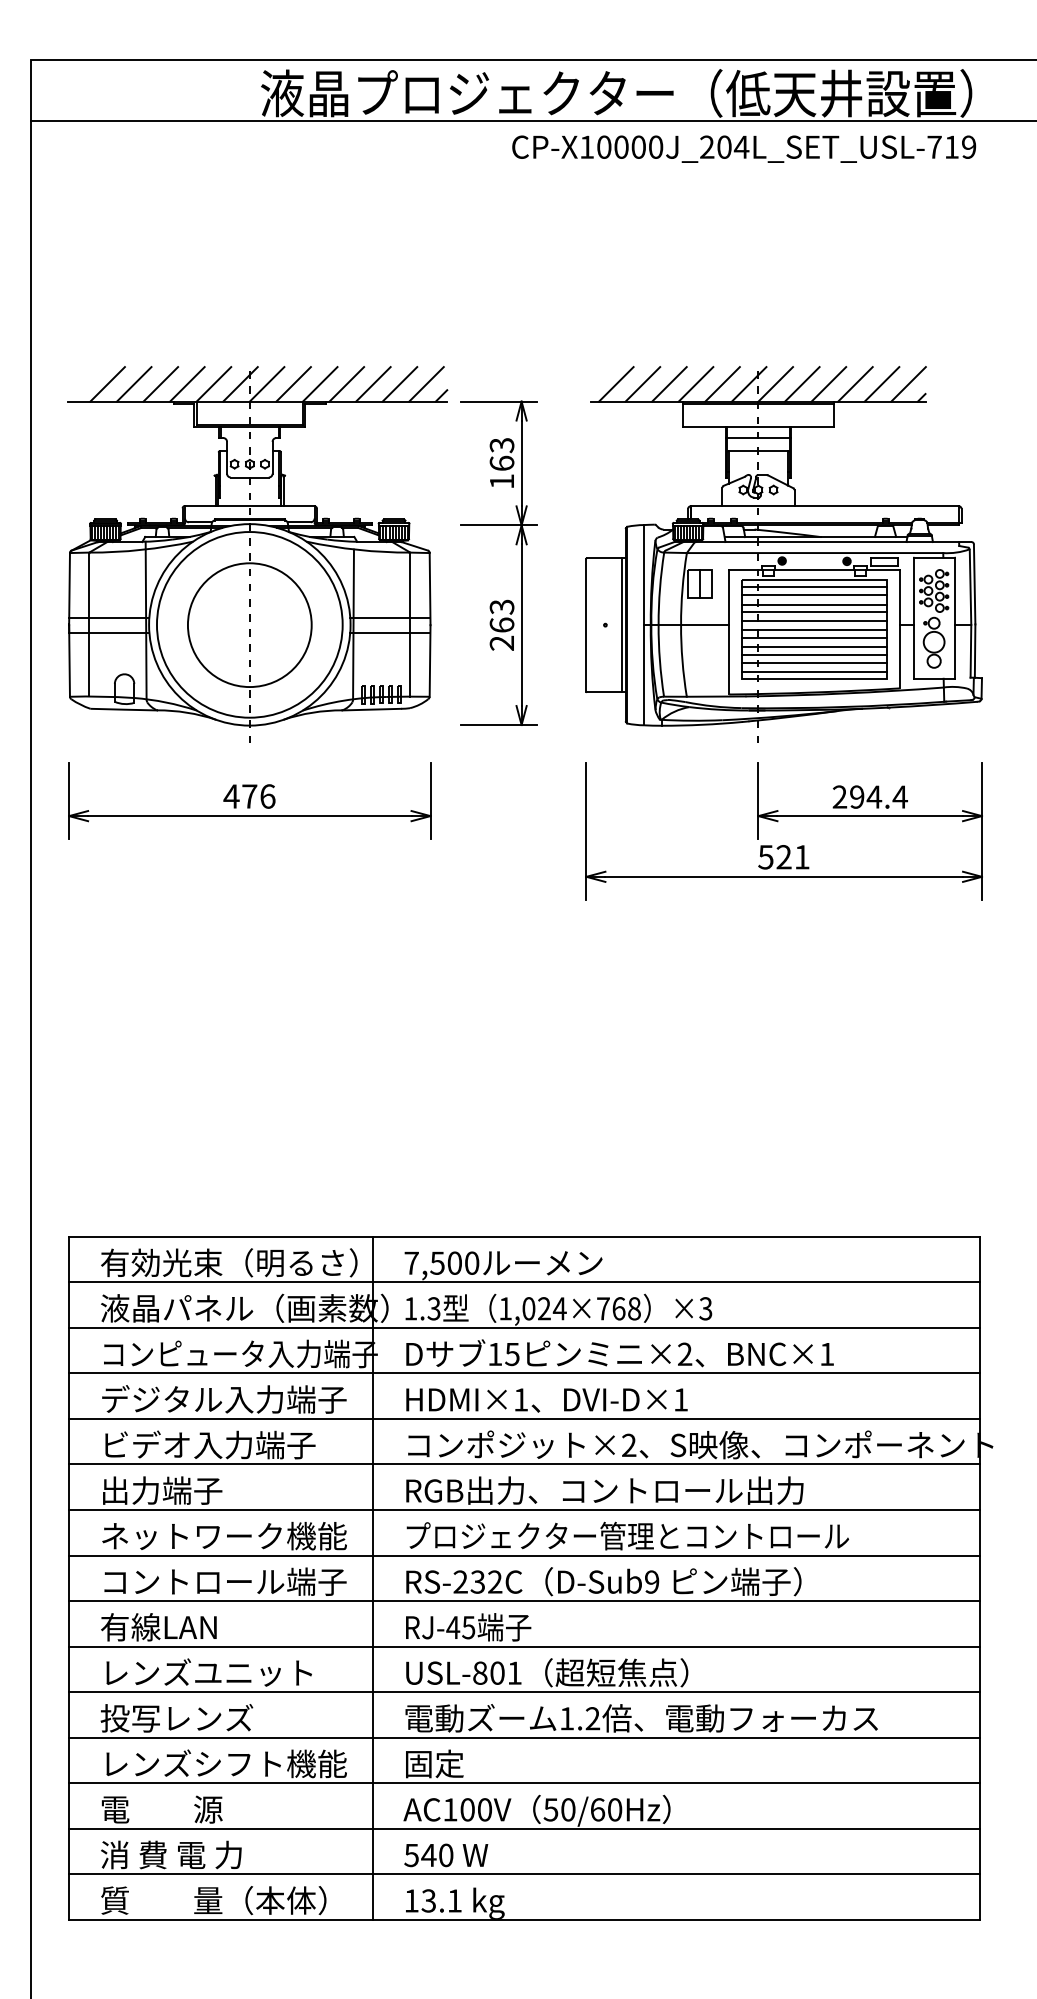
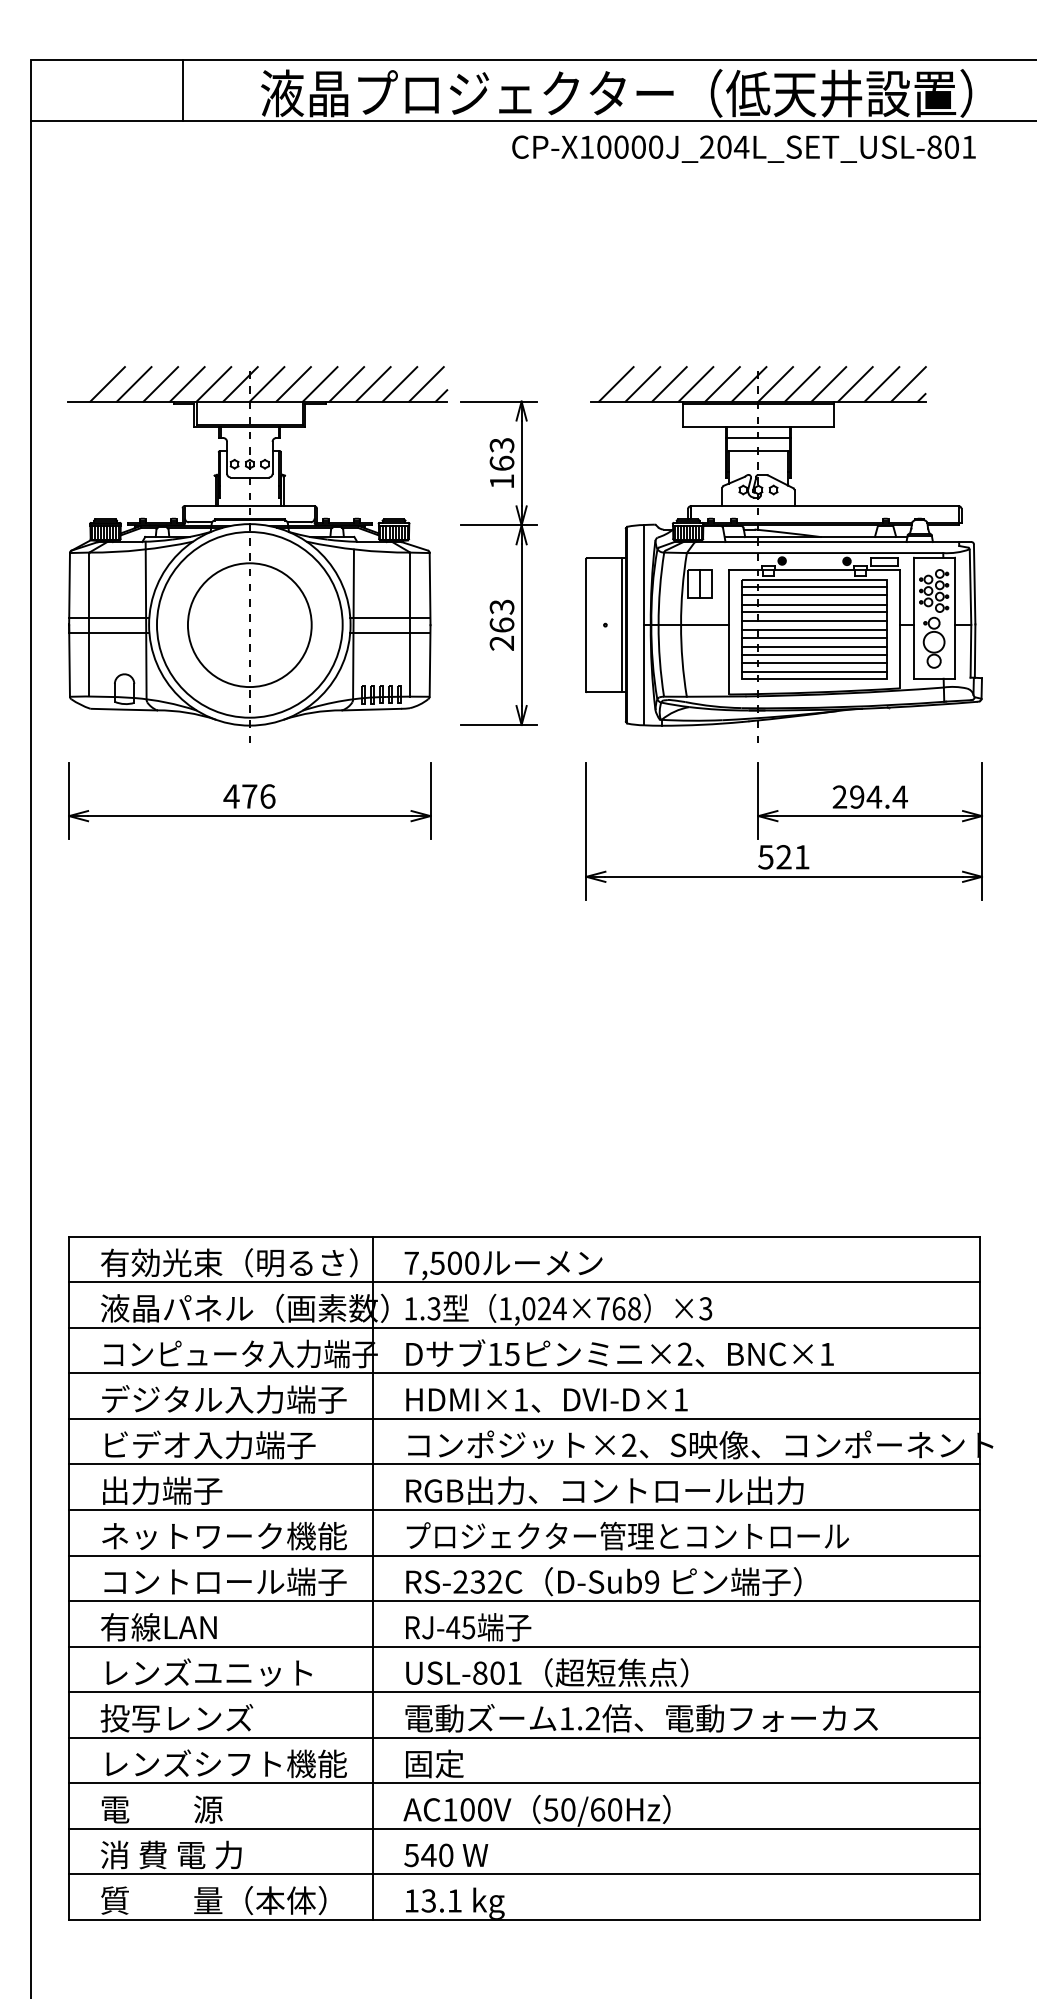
line at (183, 89): none -> present
text at (951, 146): CP-X10000J_204L_SET_USL-719 -> CP-X10000J_204L_SET_USL-801
